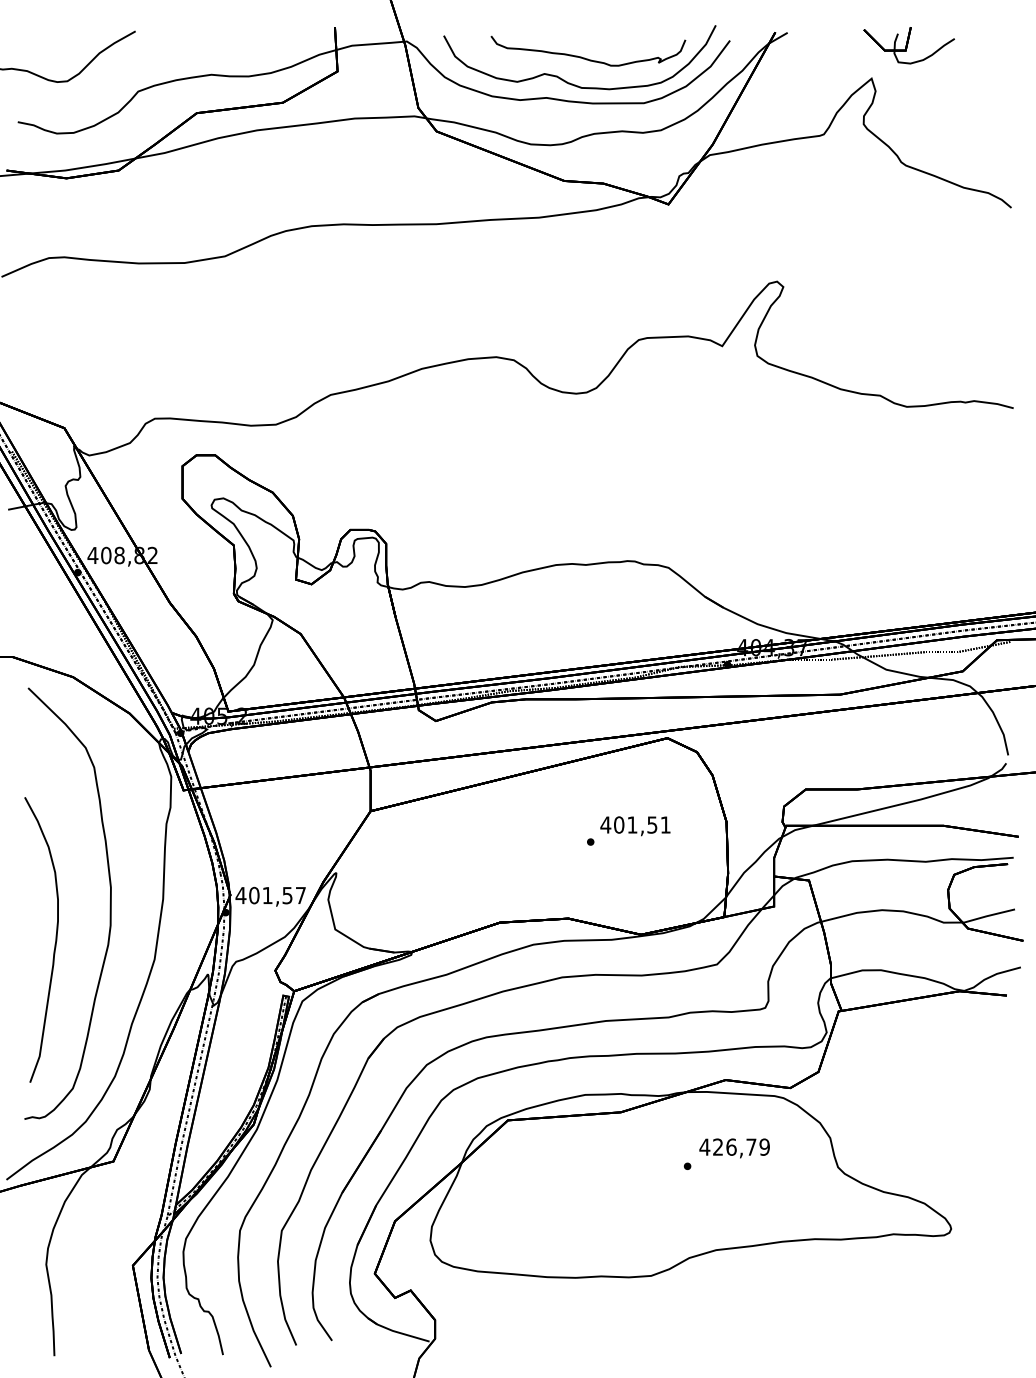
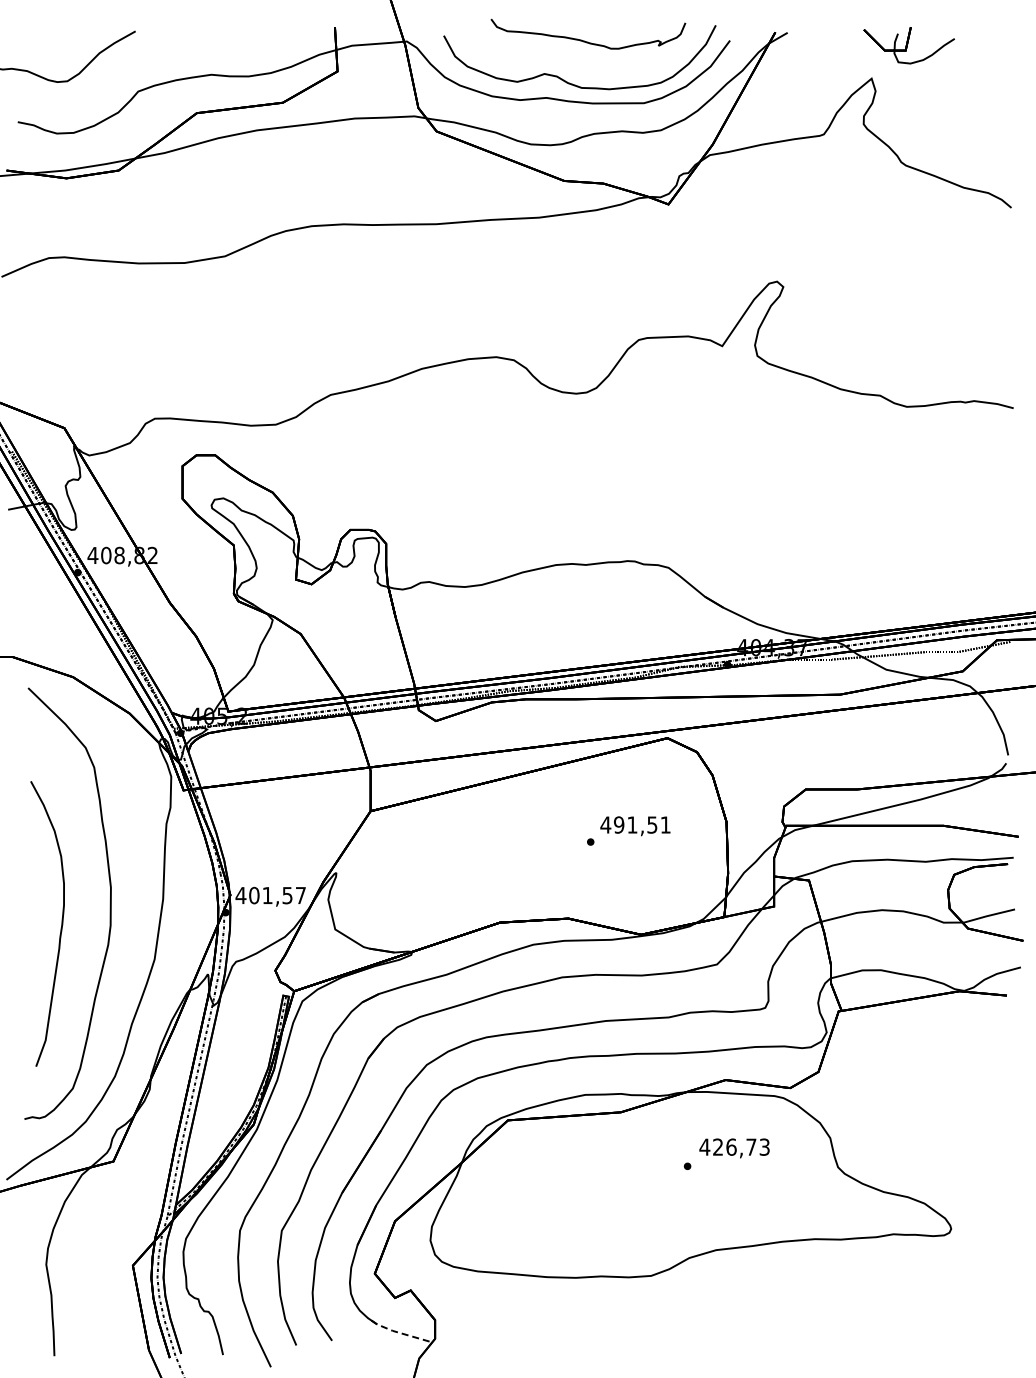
curve at (588, 58) position: (588, 58) -> (588, 41)
text at (619, 824): 401,51 -> 491,51
curve at (54, 944) position: (54, 944) -> (60, 928)
text at (764, 1146): 426,79 -> 426,73
line at (396, 1331): solid -> dashed
